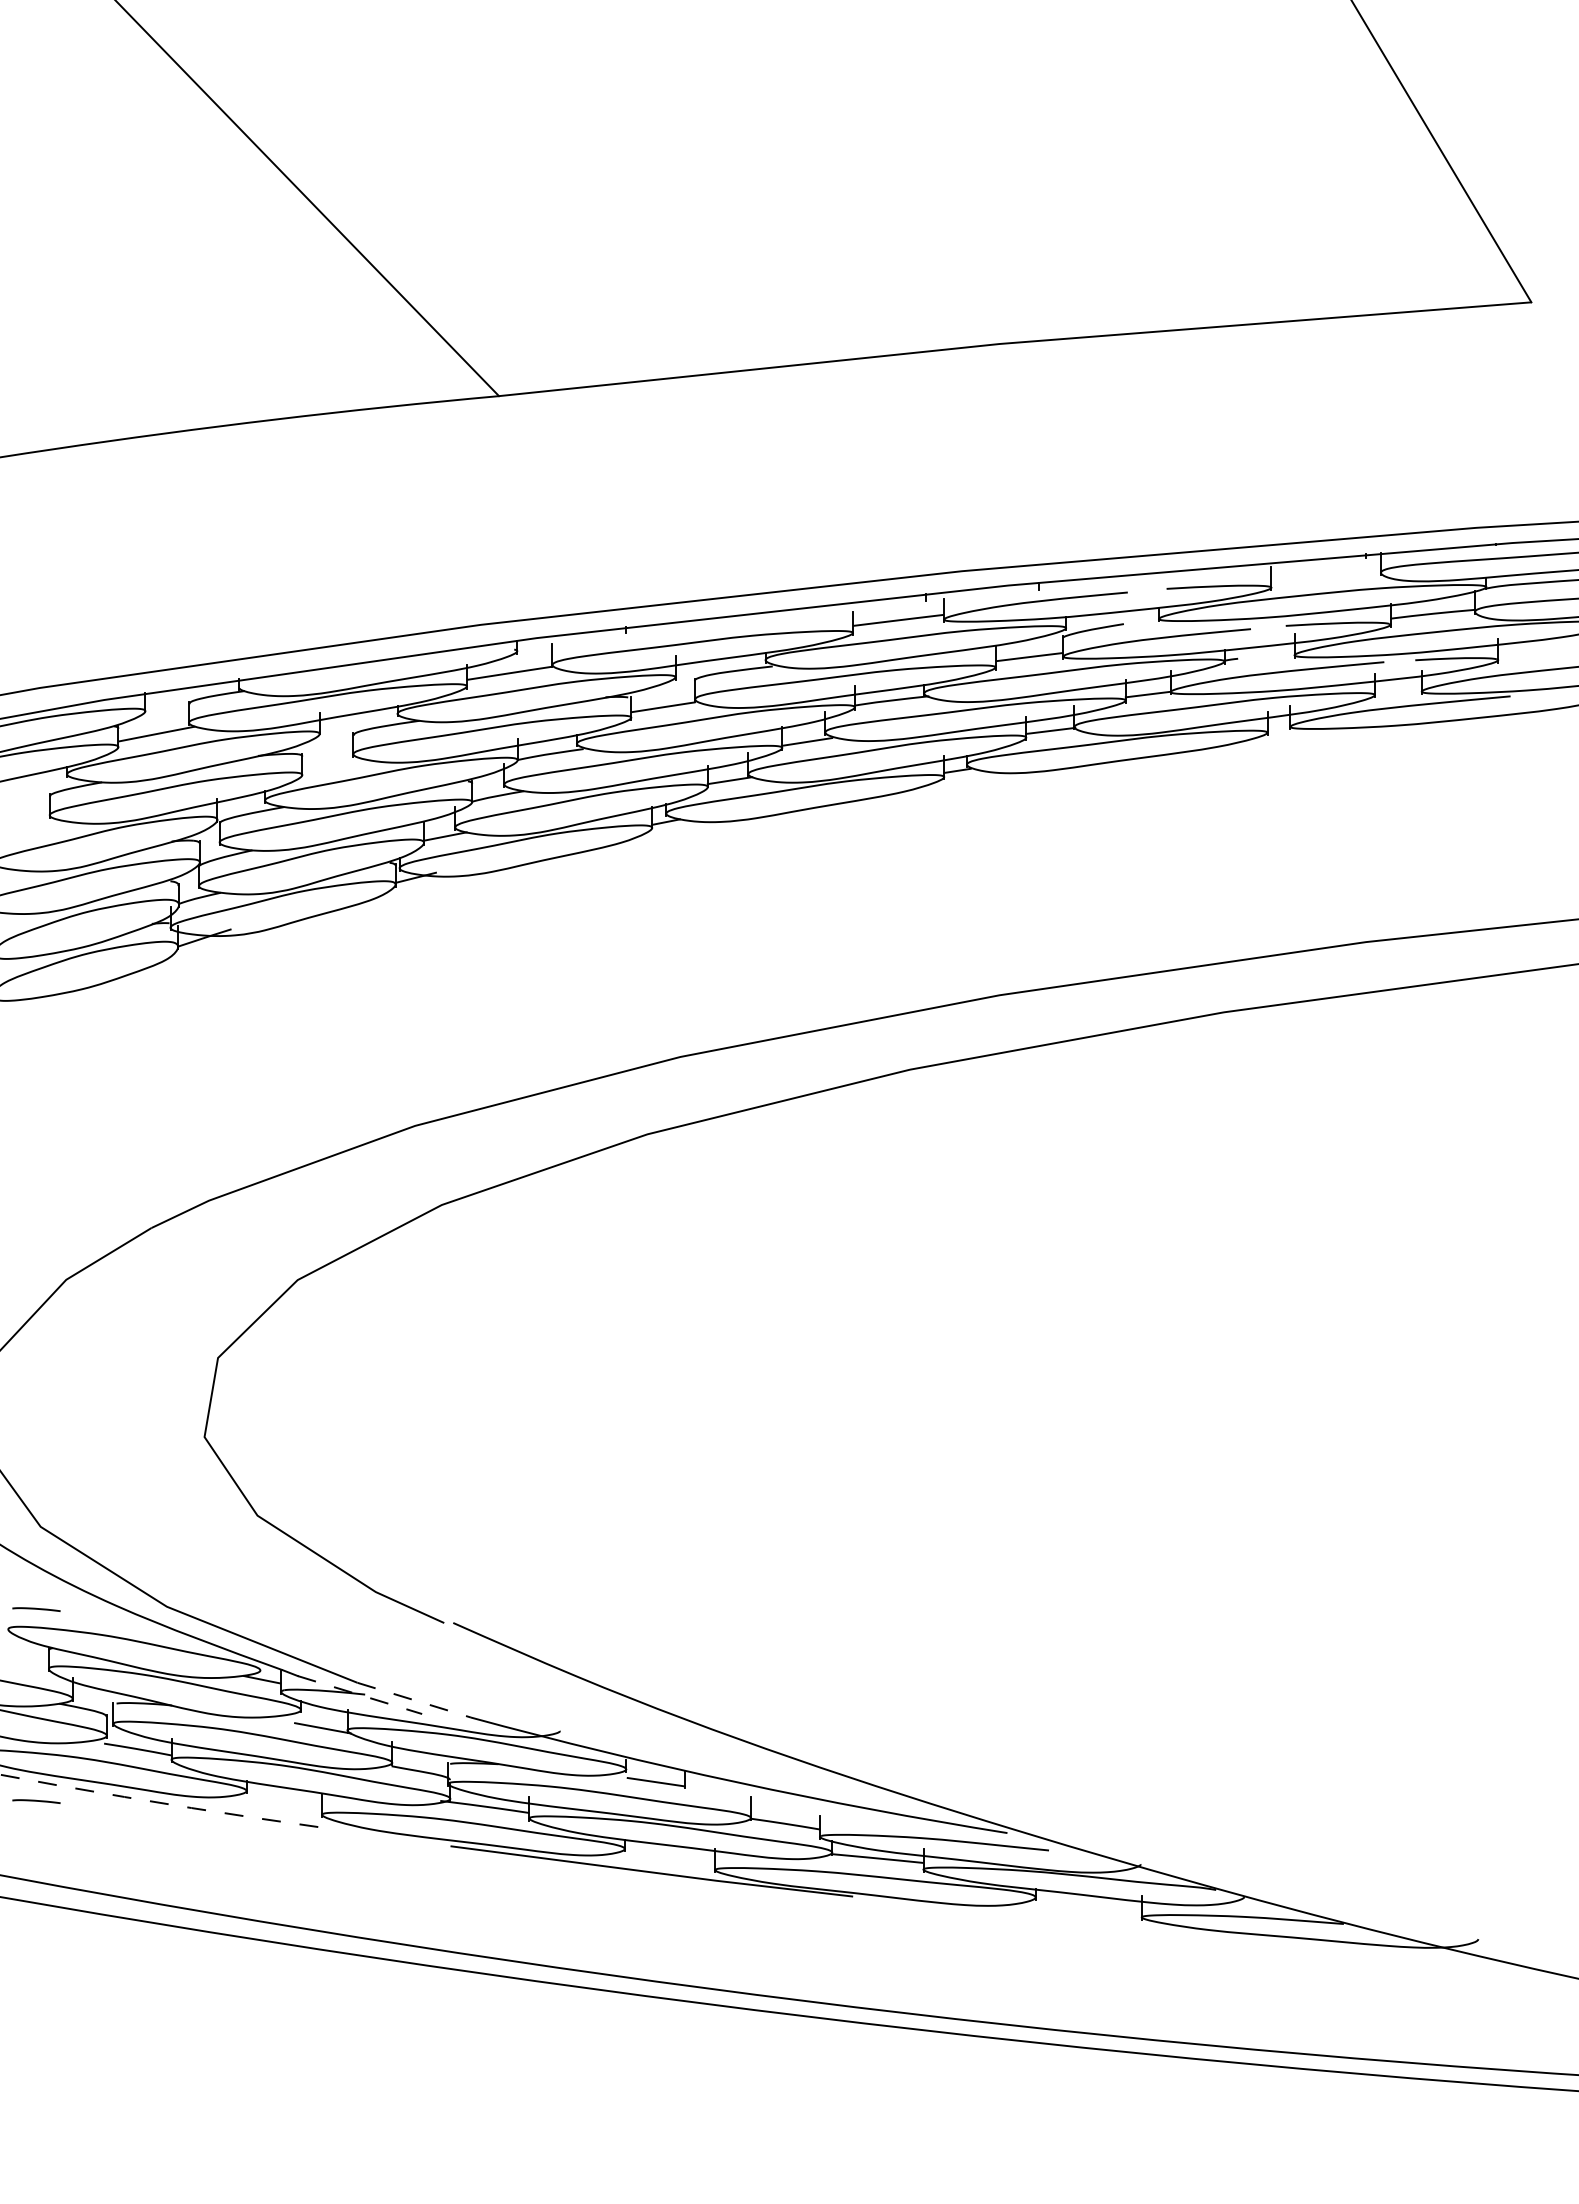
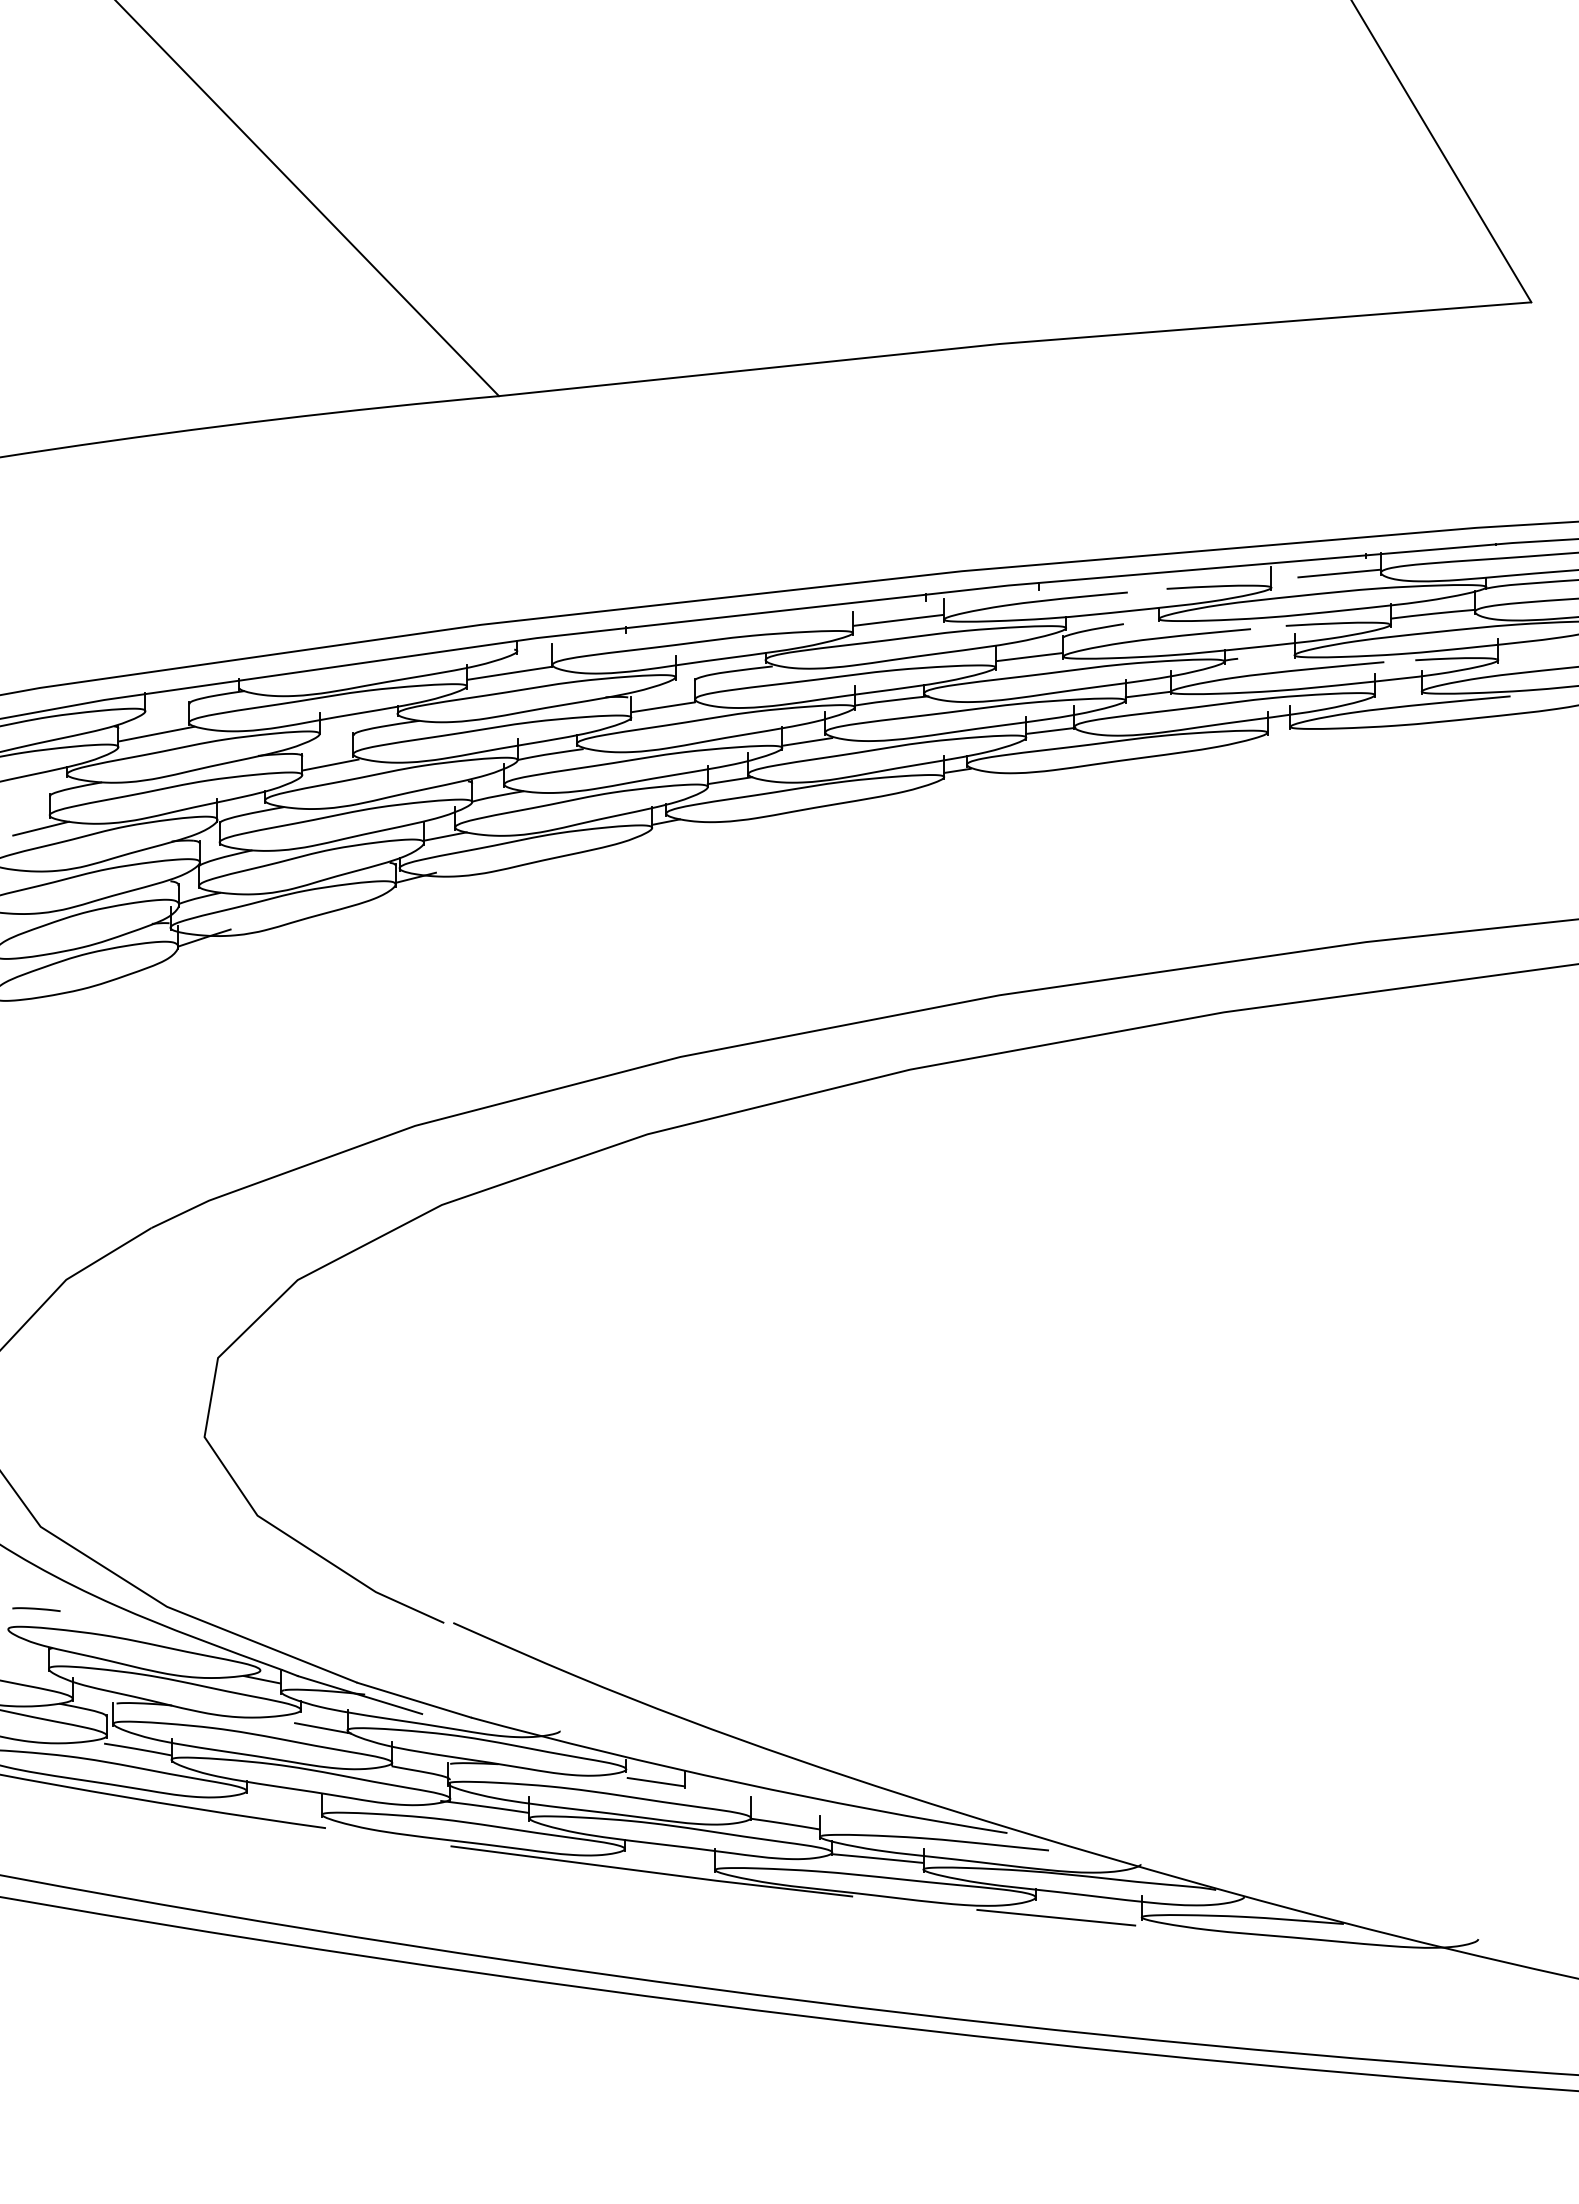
line at (1339, 573): none -> present
line at (330, 764): none -> present
line at (40, 828): none -> present
line at (360, 1695): dashed -> solid
line at (414, 1700): dashed -> solid
line at (36, 1801): present -> none
arc at (163, 1803): dashed -> solid
line at (1056, 1917): none -> present
